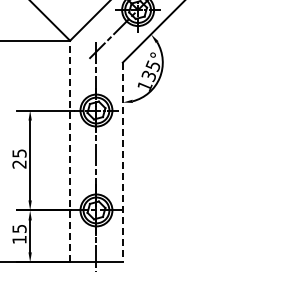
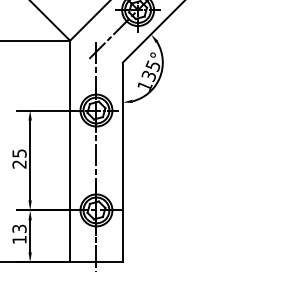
line at (70, 151): dashed -> solid
line at (122, 162): dashed -> solid
text at (18, 228): 15 -> 13
